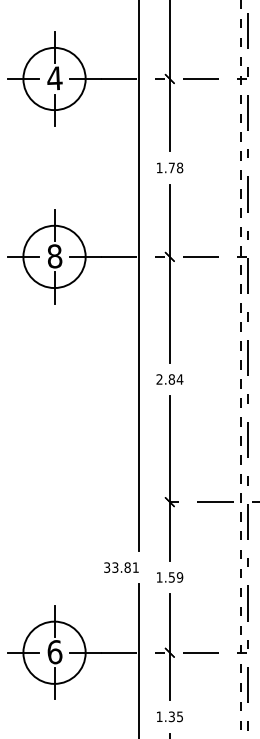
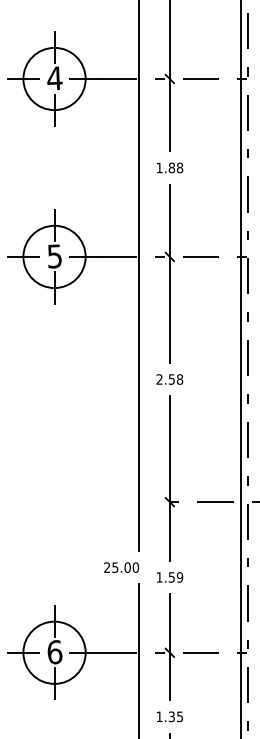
text at (171, 167): 1.78 -> 1.88
text at (55, 256): 8 -> 5
line at (240, 369): dashed -> solid
text at (175, 379): 2.84 -> 2.58
text at (121, 567): 33.81 -> 25.00
